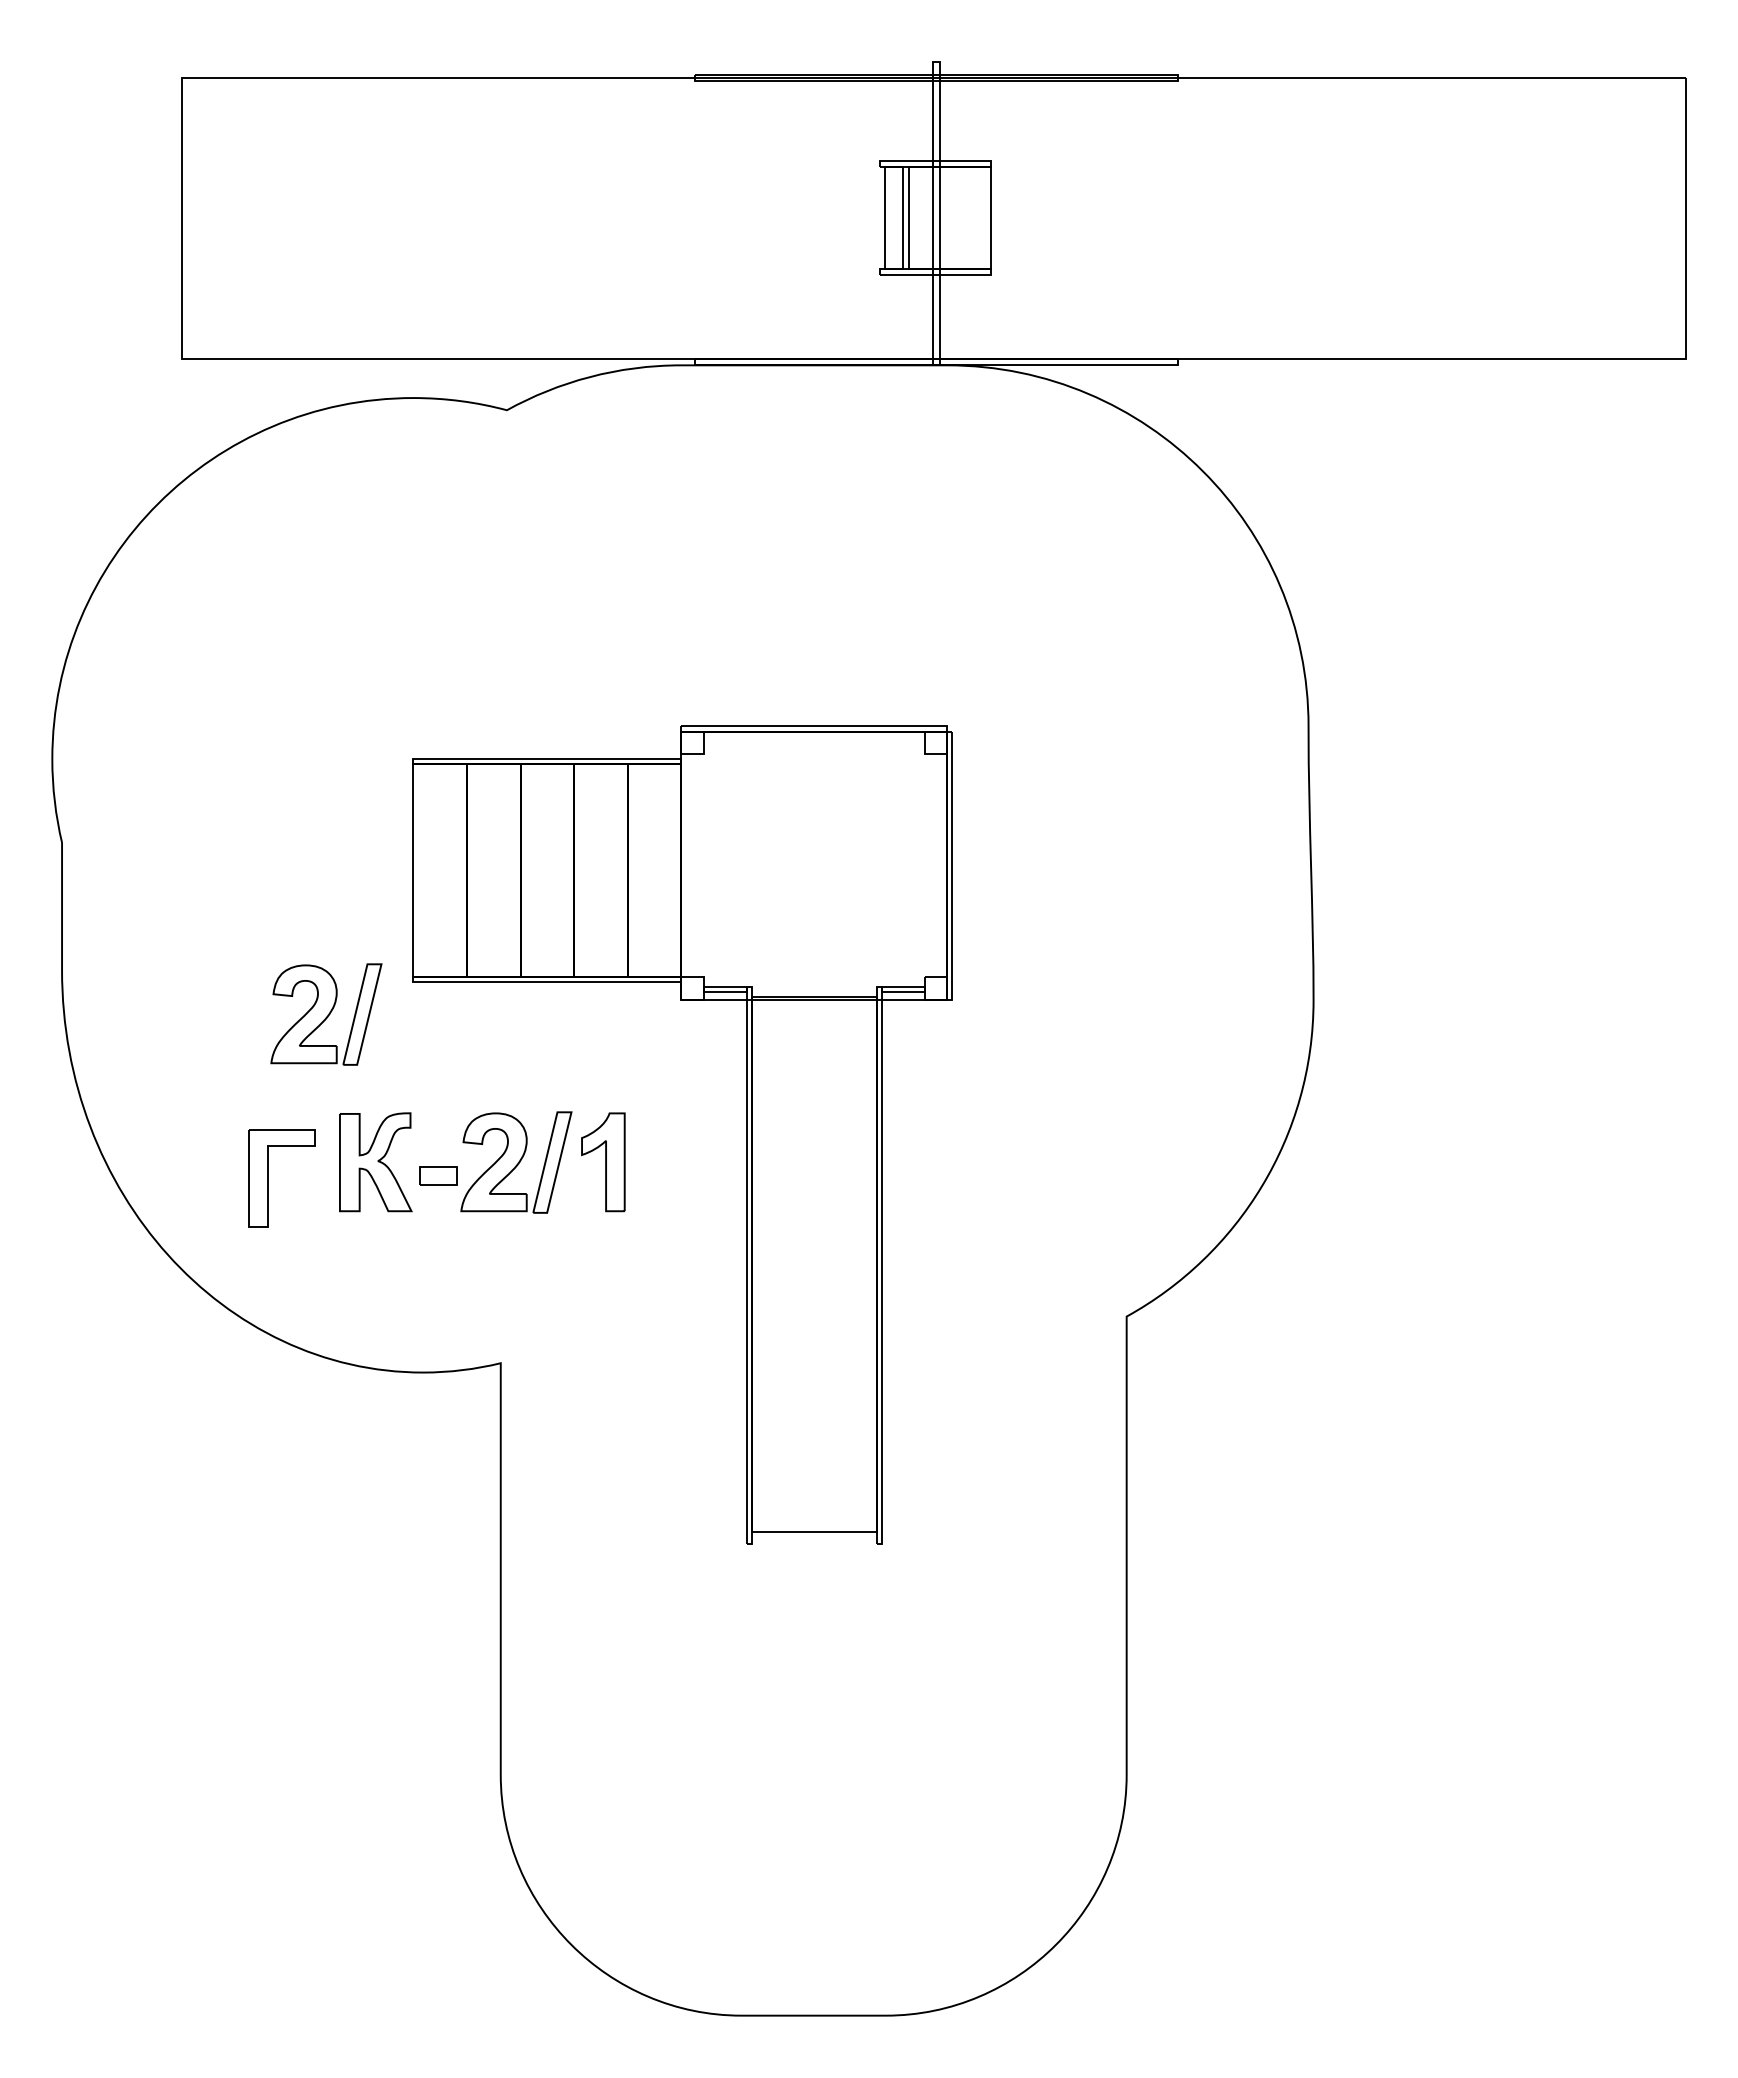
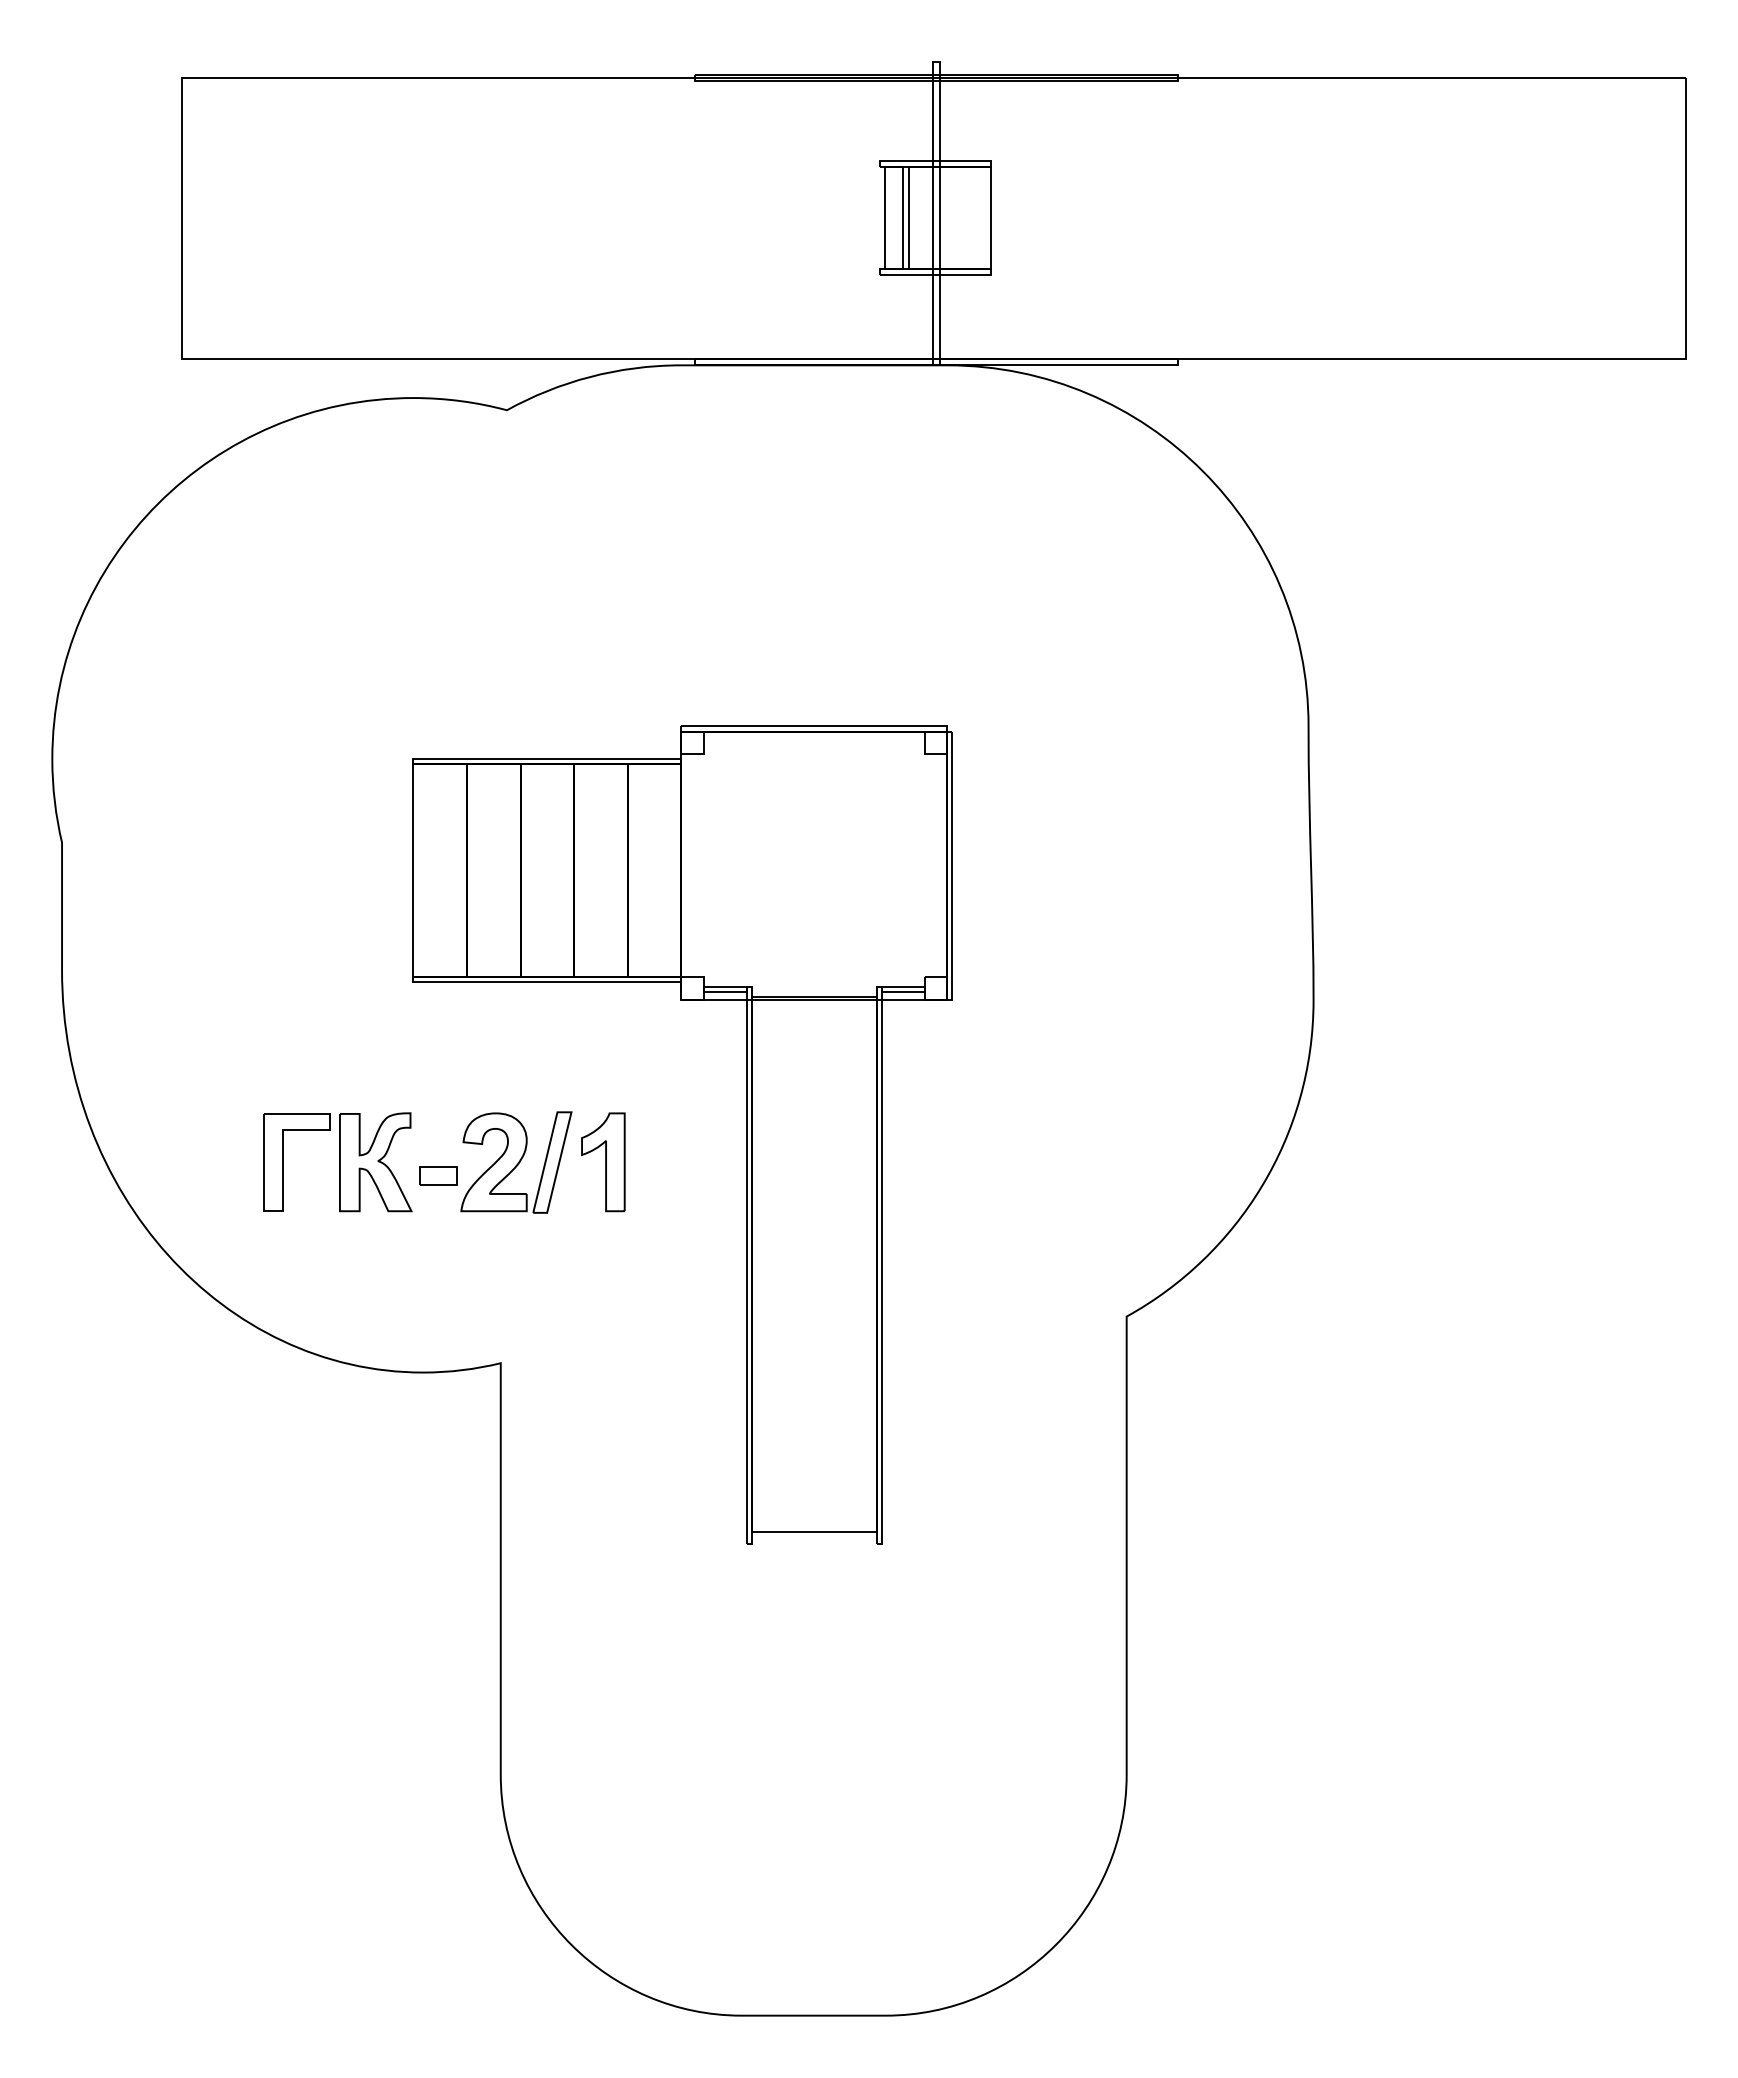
part at (326, 1014): present -> none
part at (268, 1178) position: (268, 1178) -> (283, 1162)
